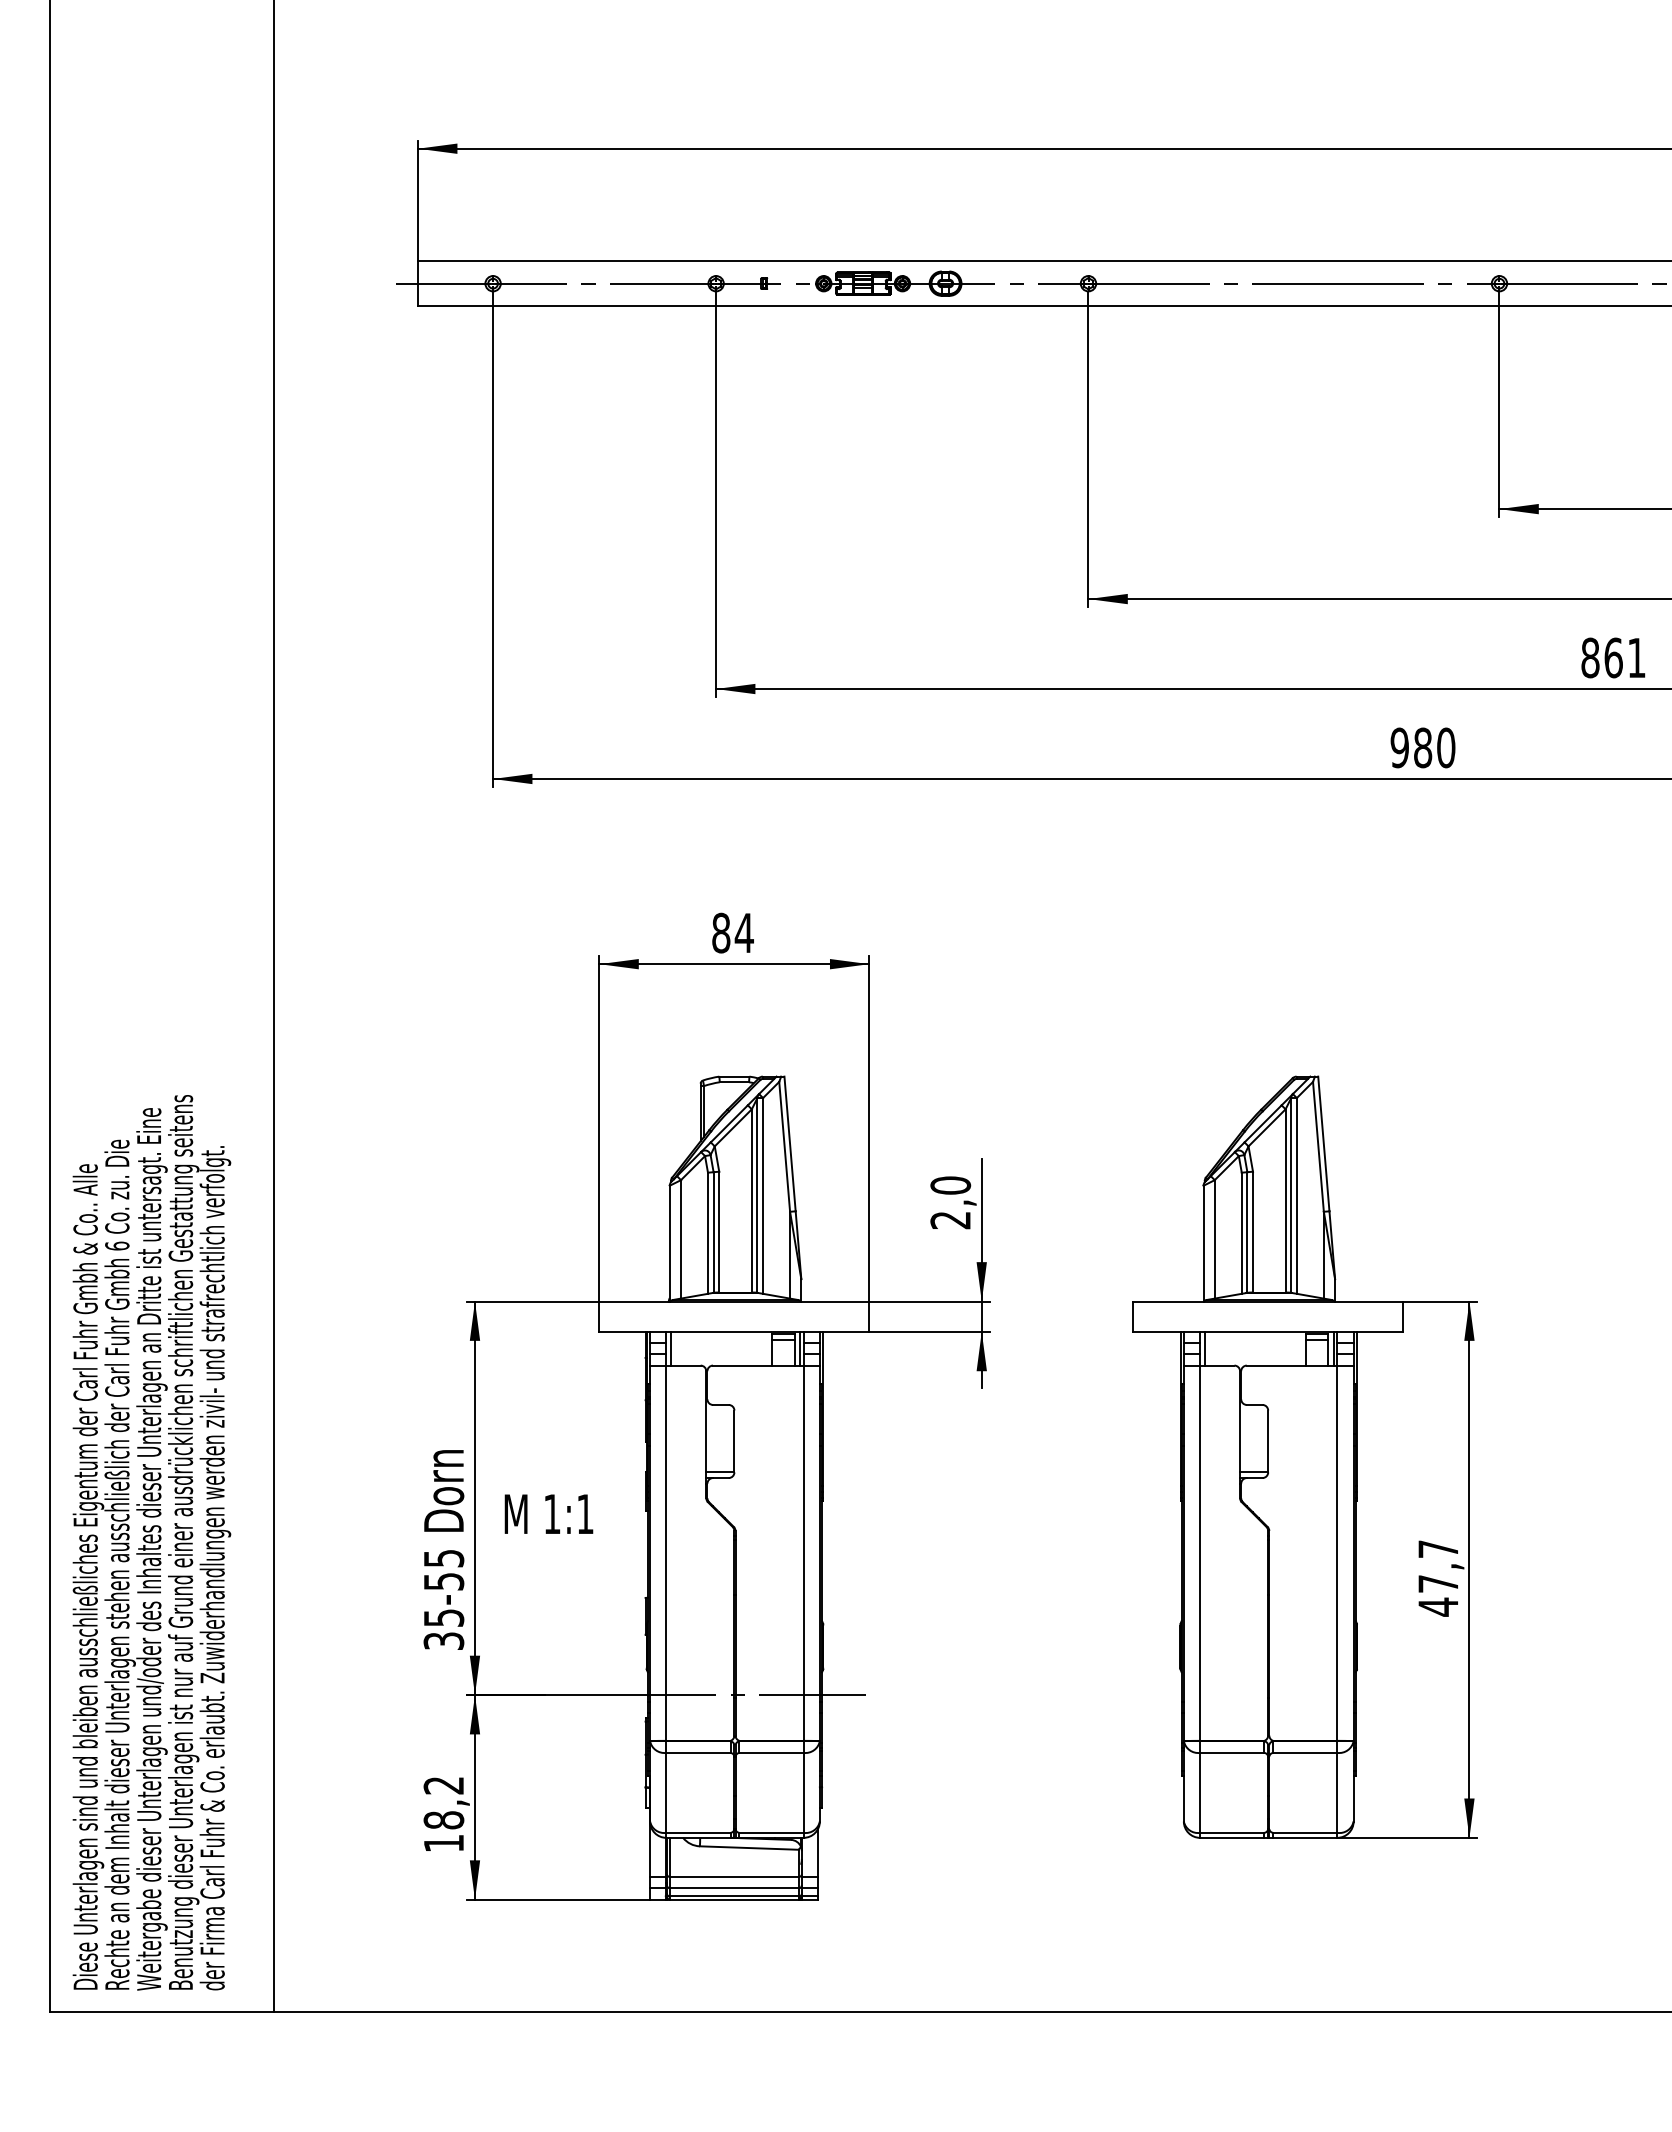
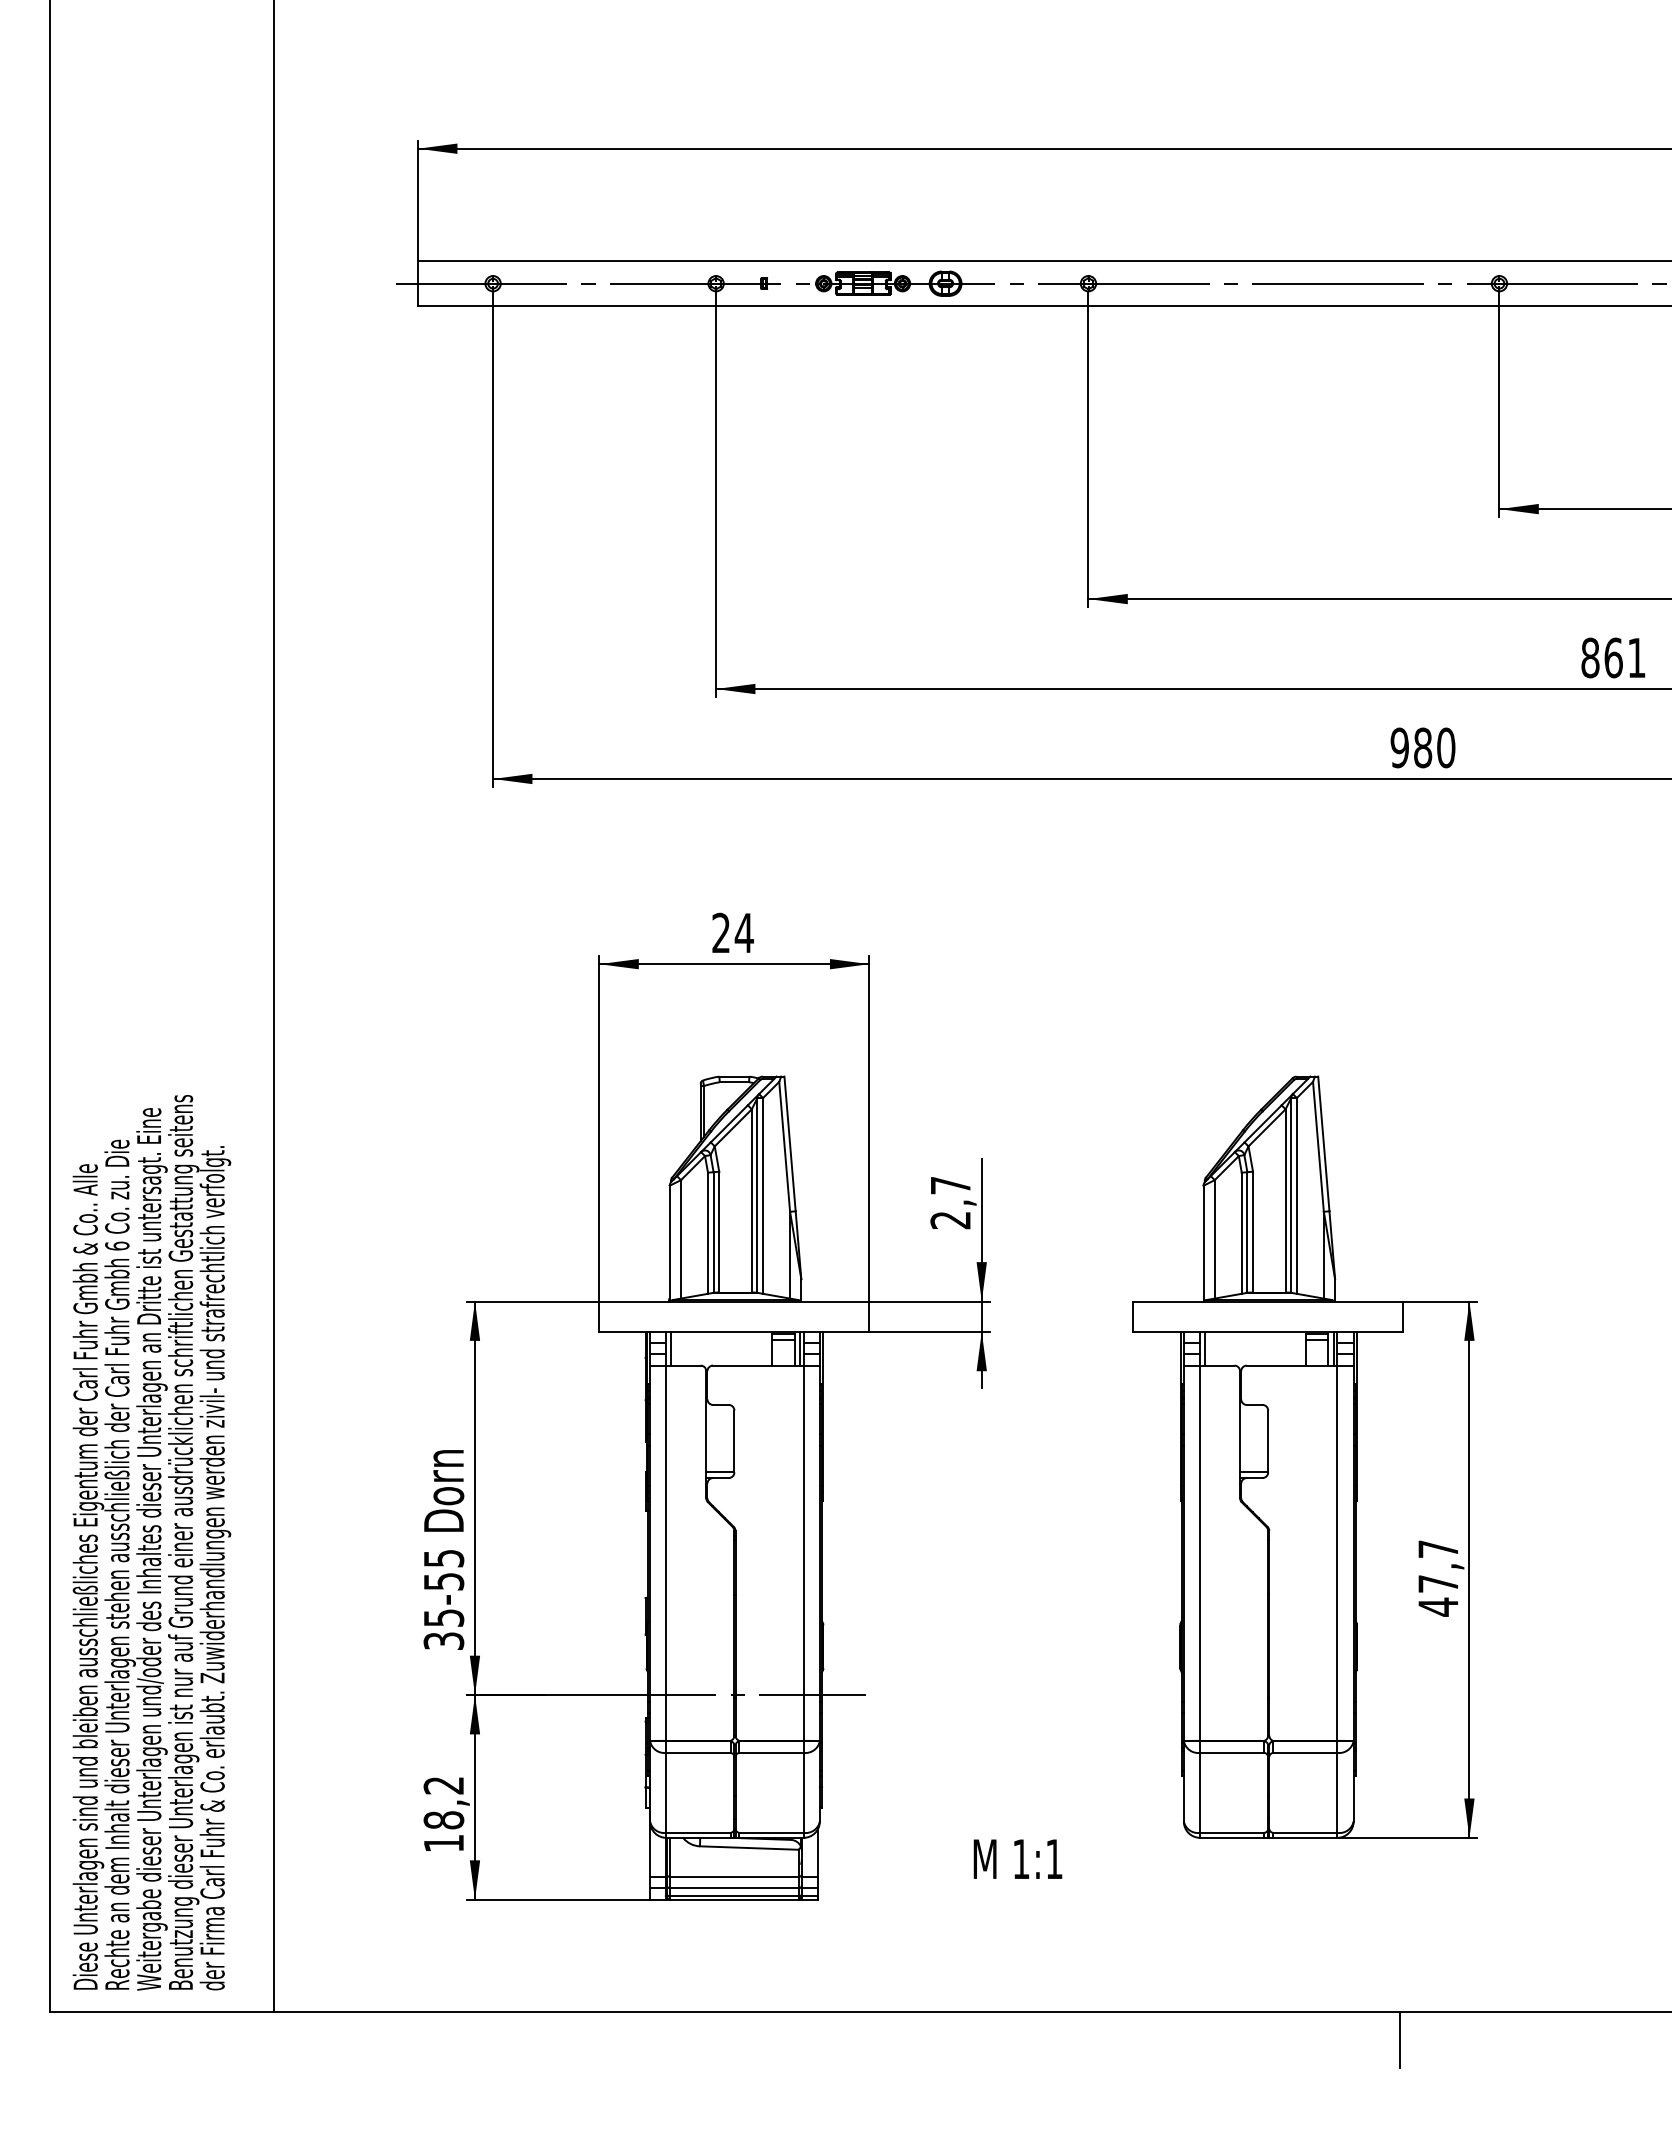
text at (721, 932): 84 -> 24
text at (950, 1185): 2,0 -> 2,7
text at (548, 1513) position: (548, 1513) -> (1017, 1858)
line at (1400, 2039): none -> present
